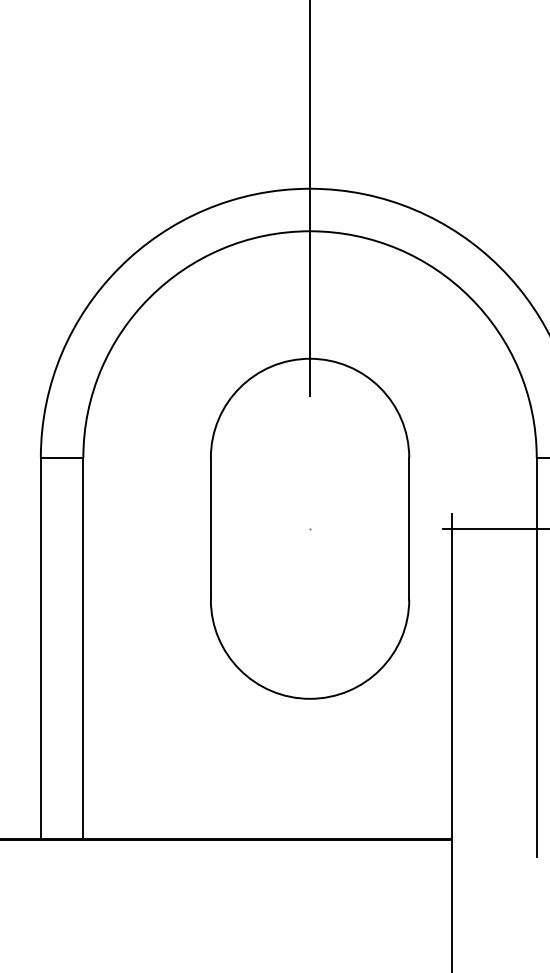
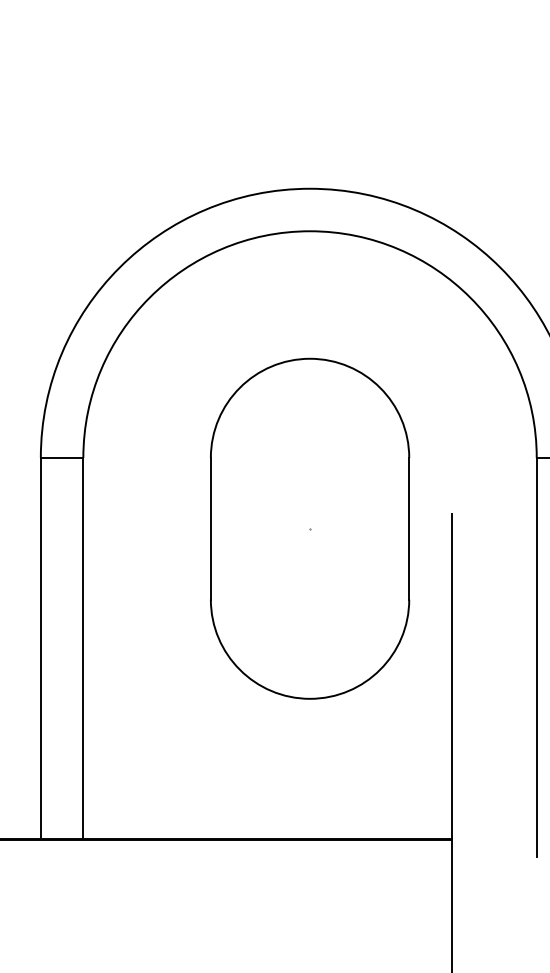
line at (310, 198): present -> none
line at (494, 528): present -> none
